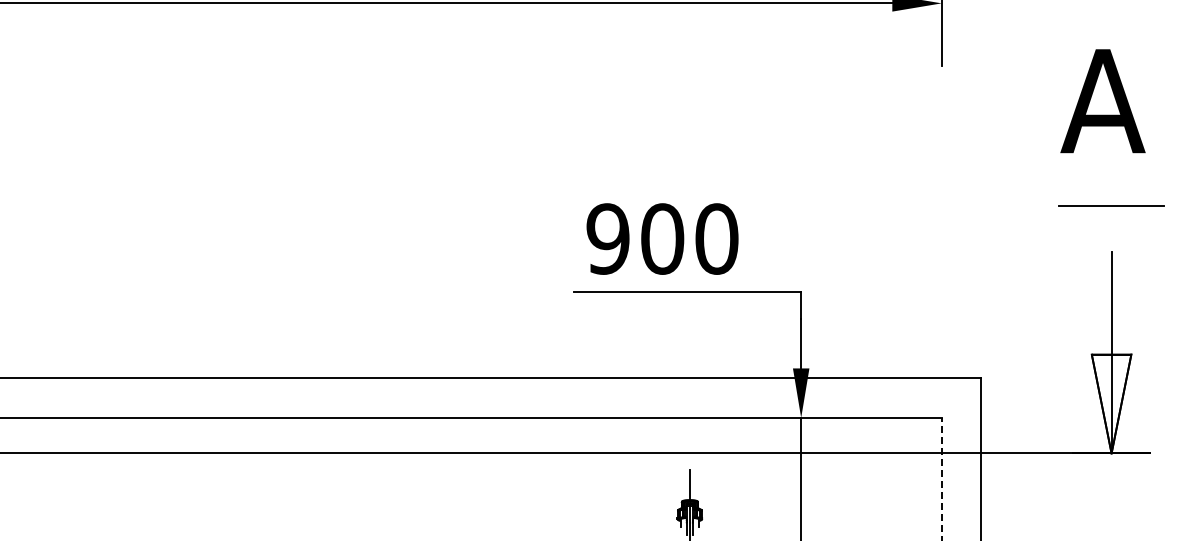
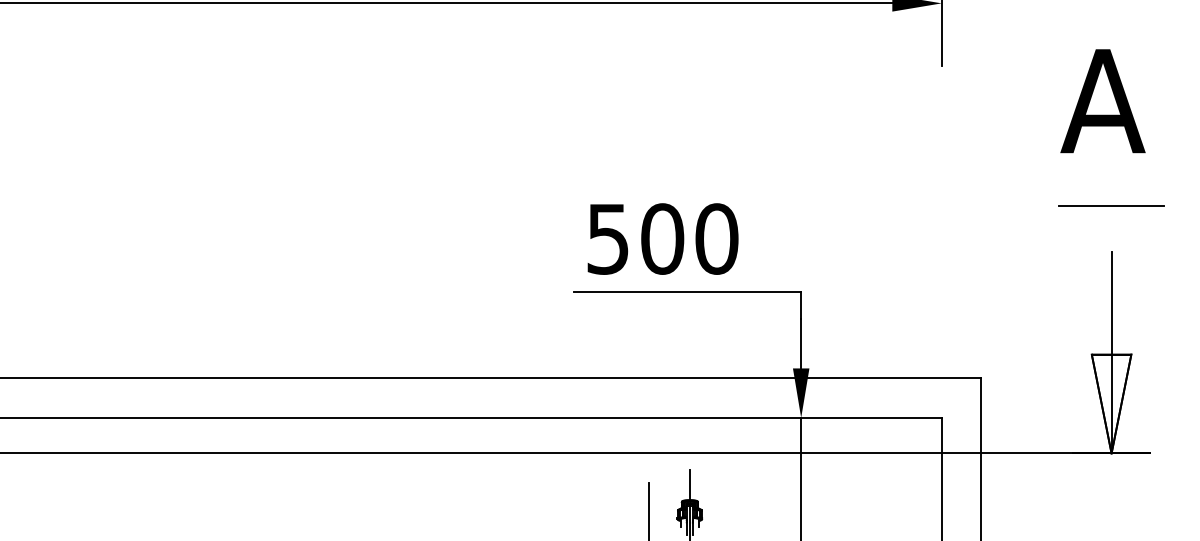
text at (607, 238): 900 -> 500
line at (941, 478): dashed -> solid
line at (648, 510): none -> present
